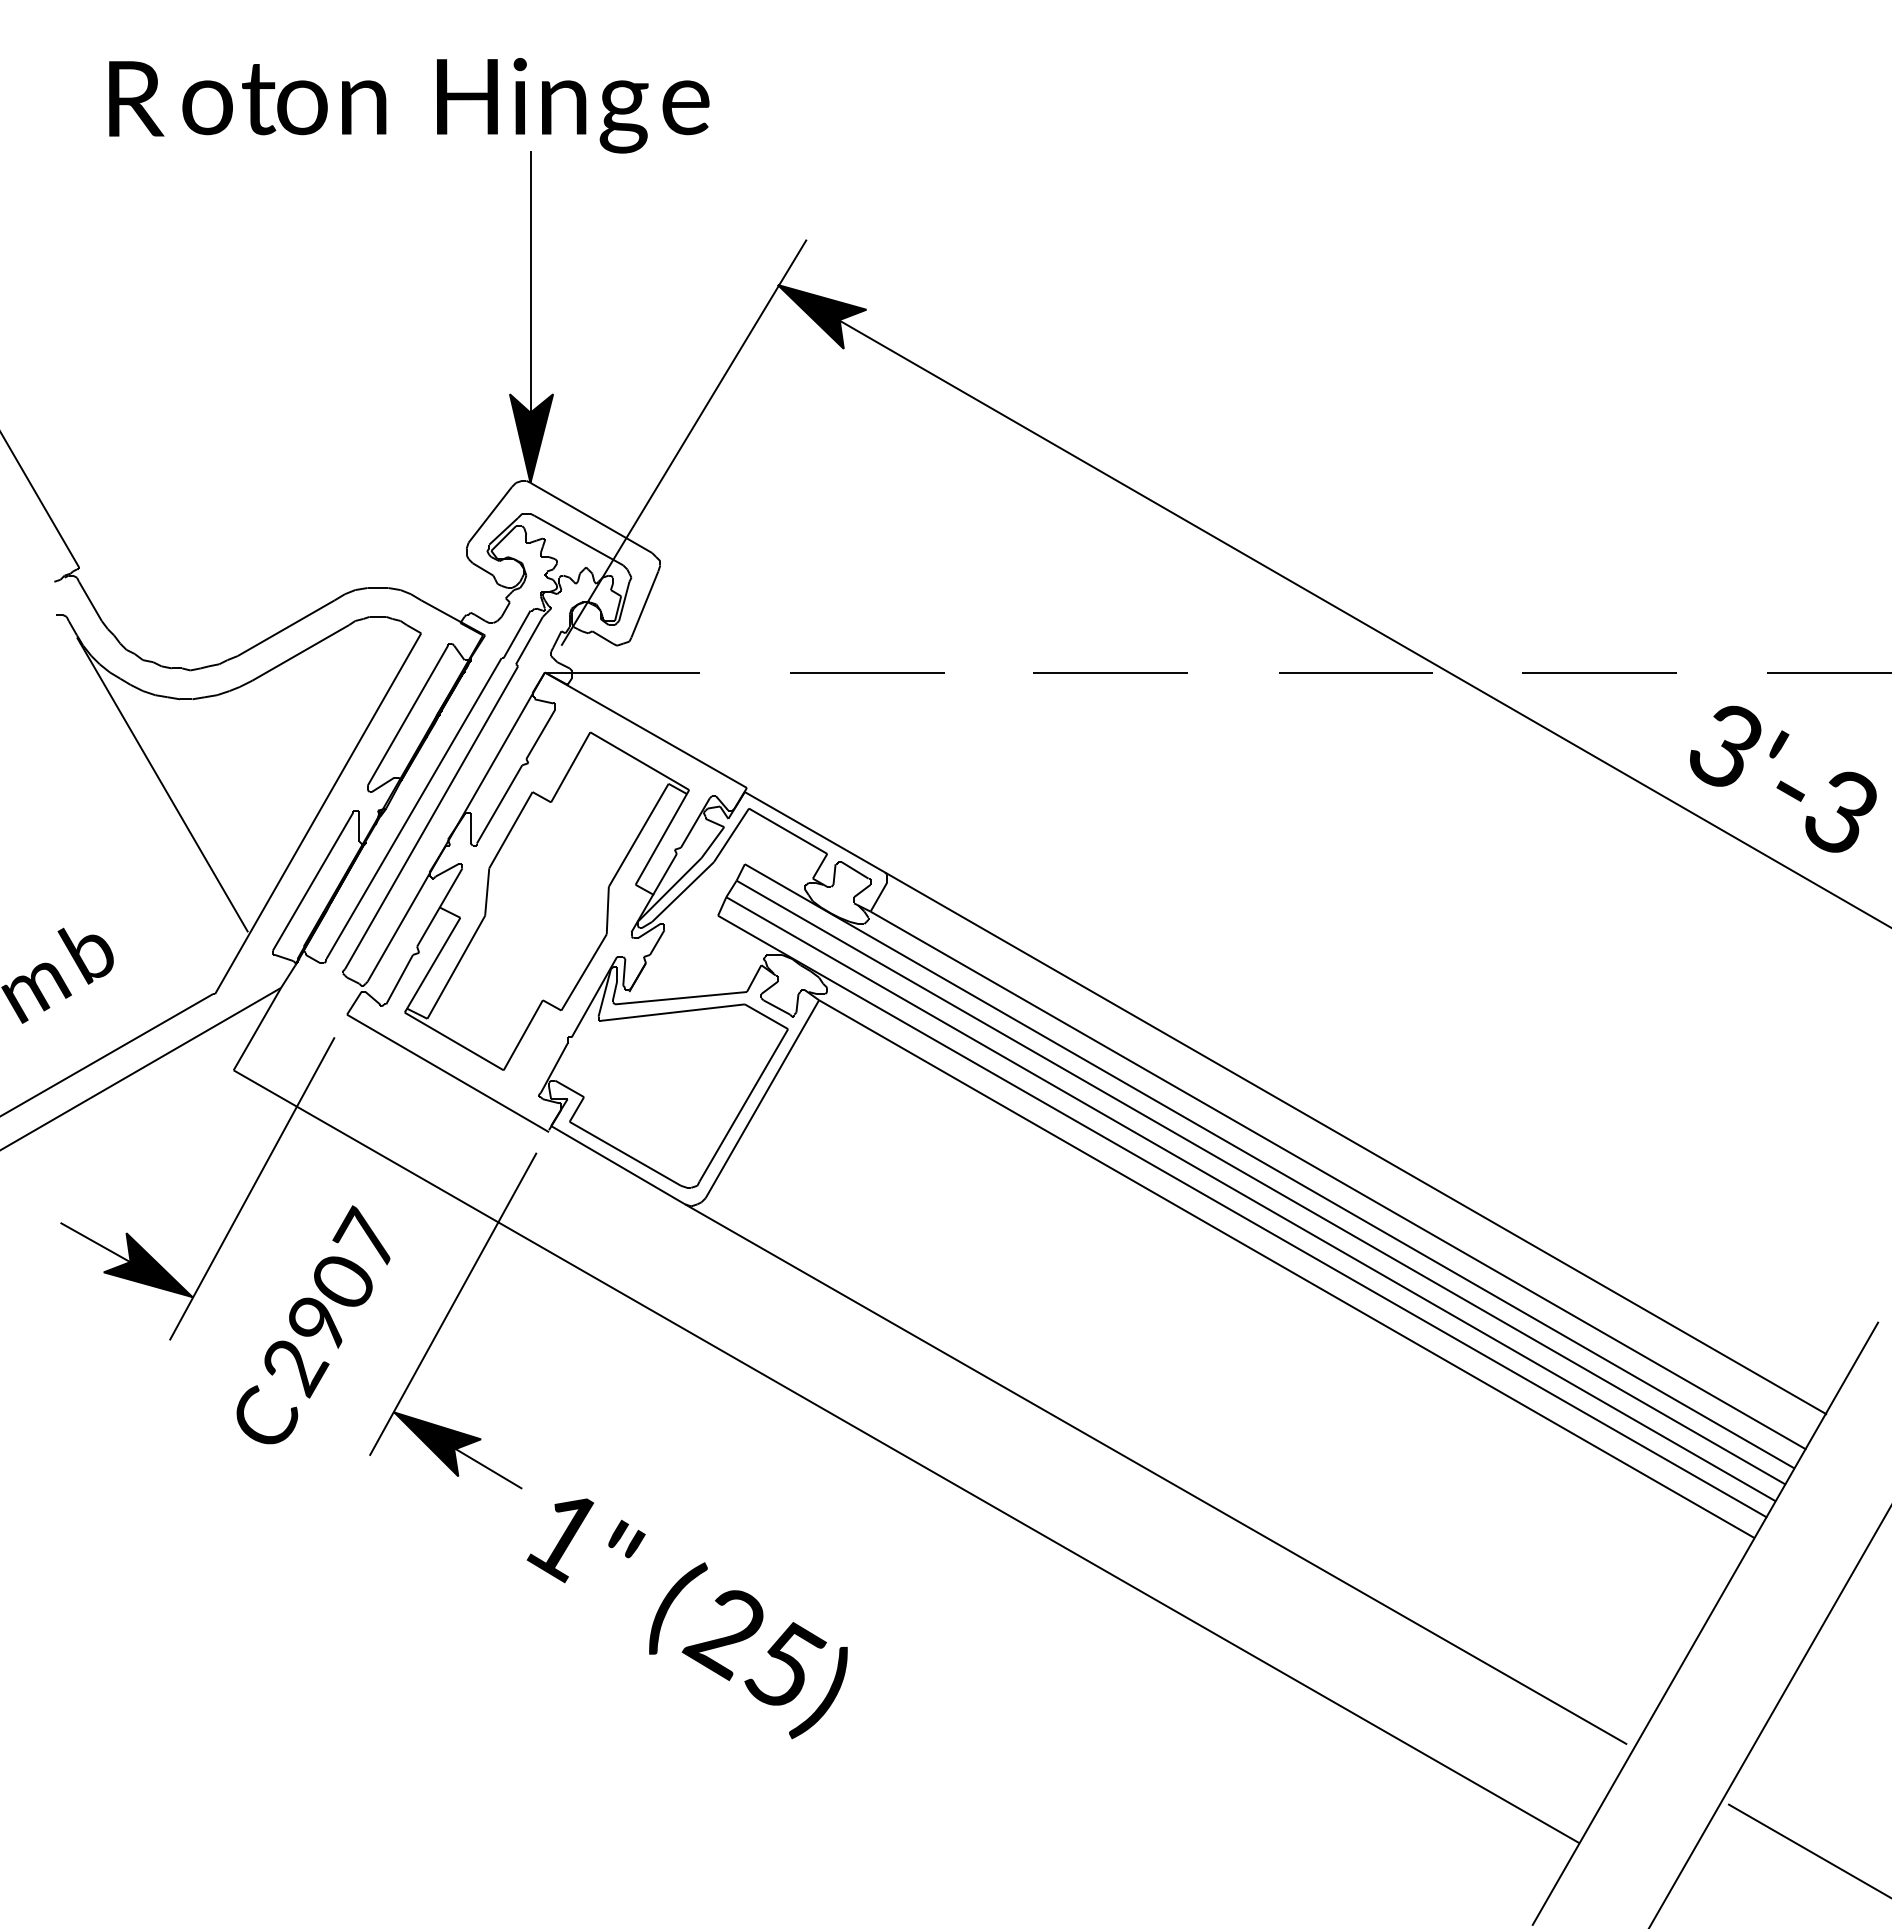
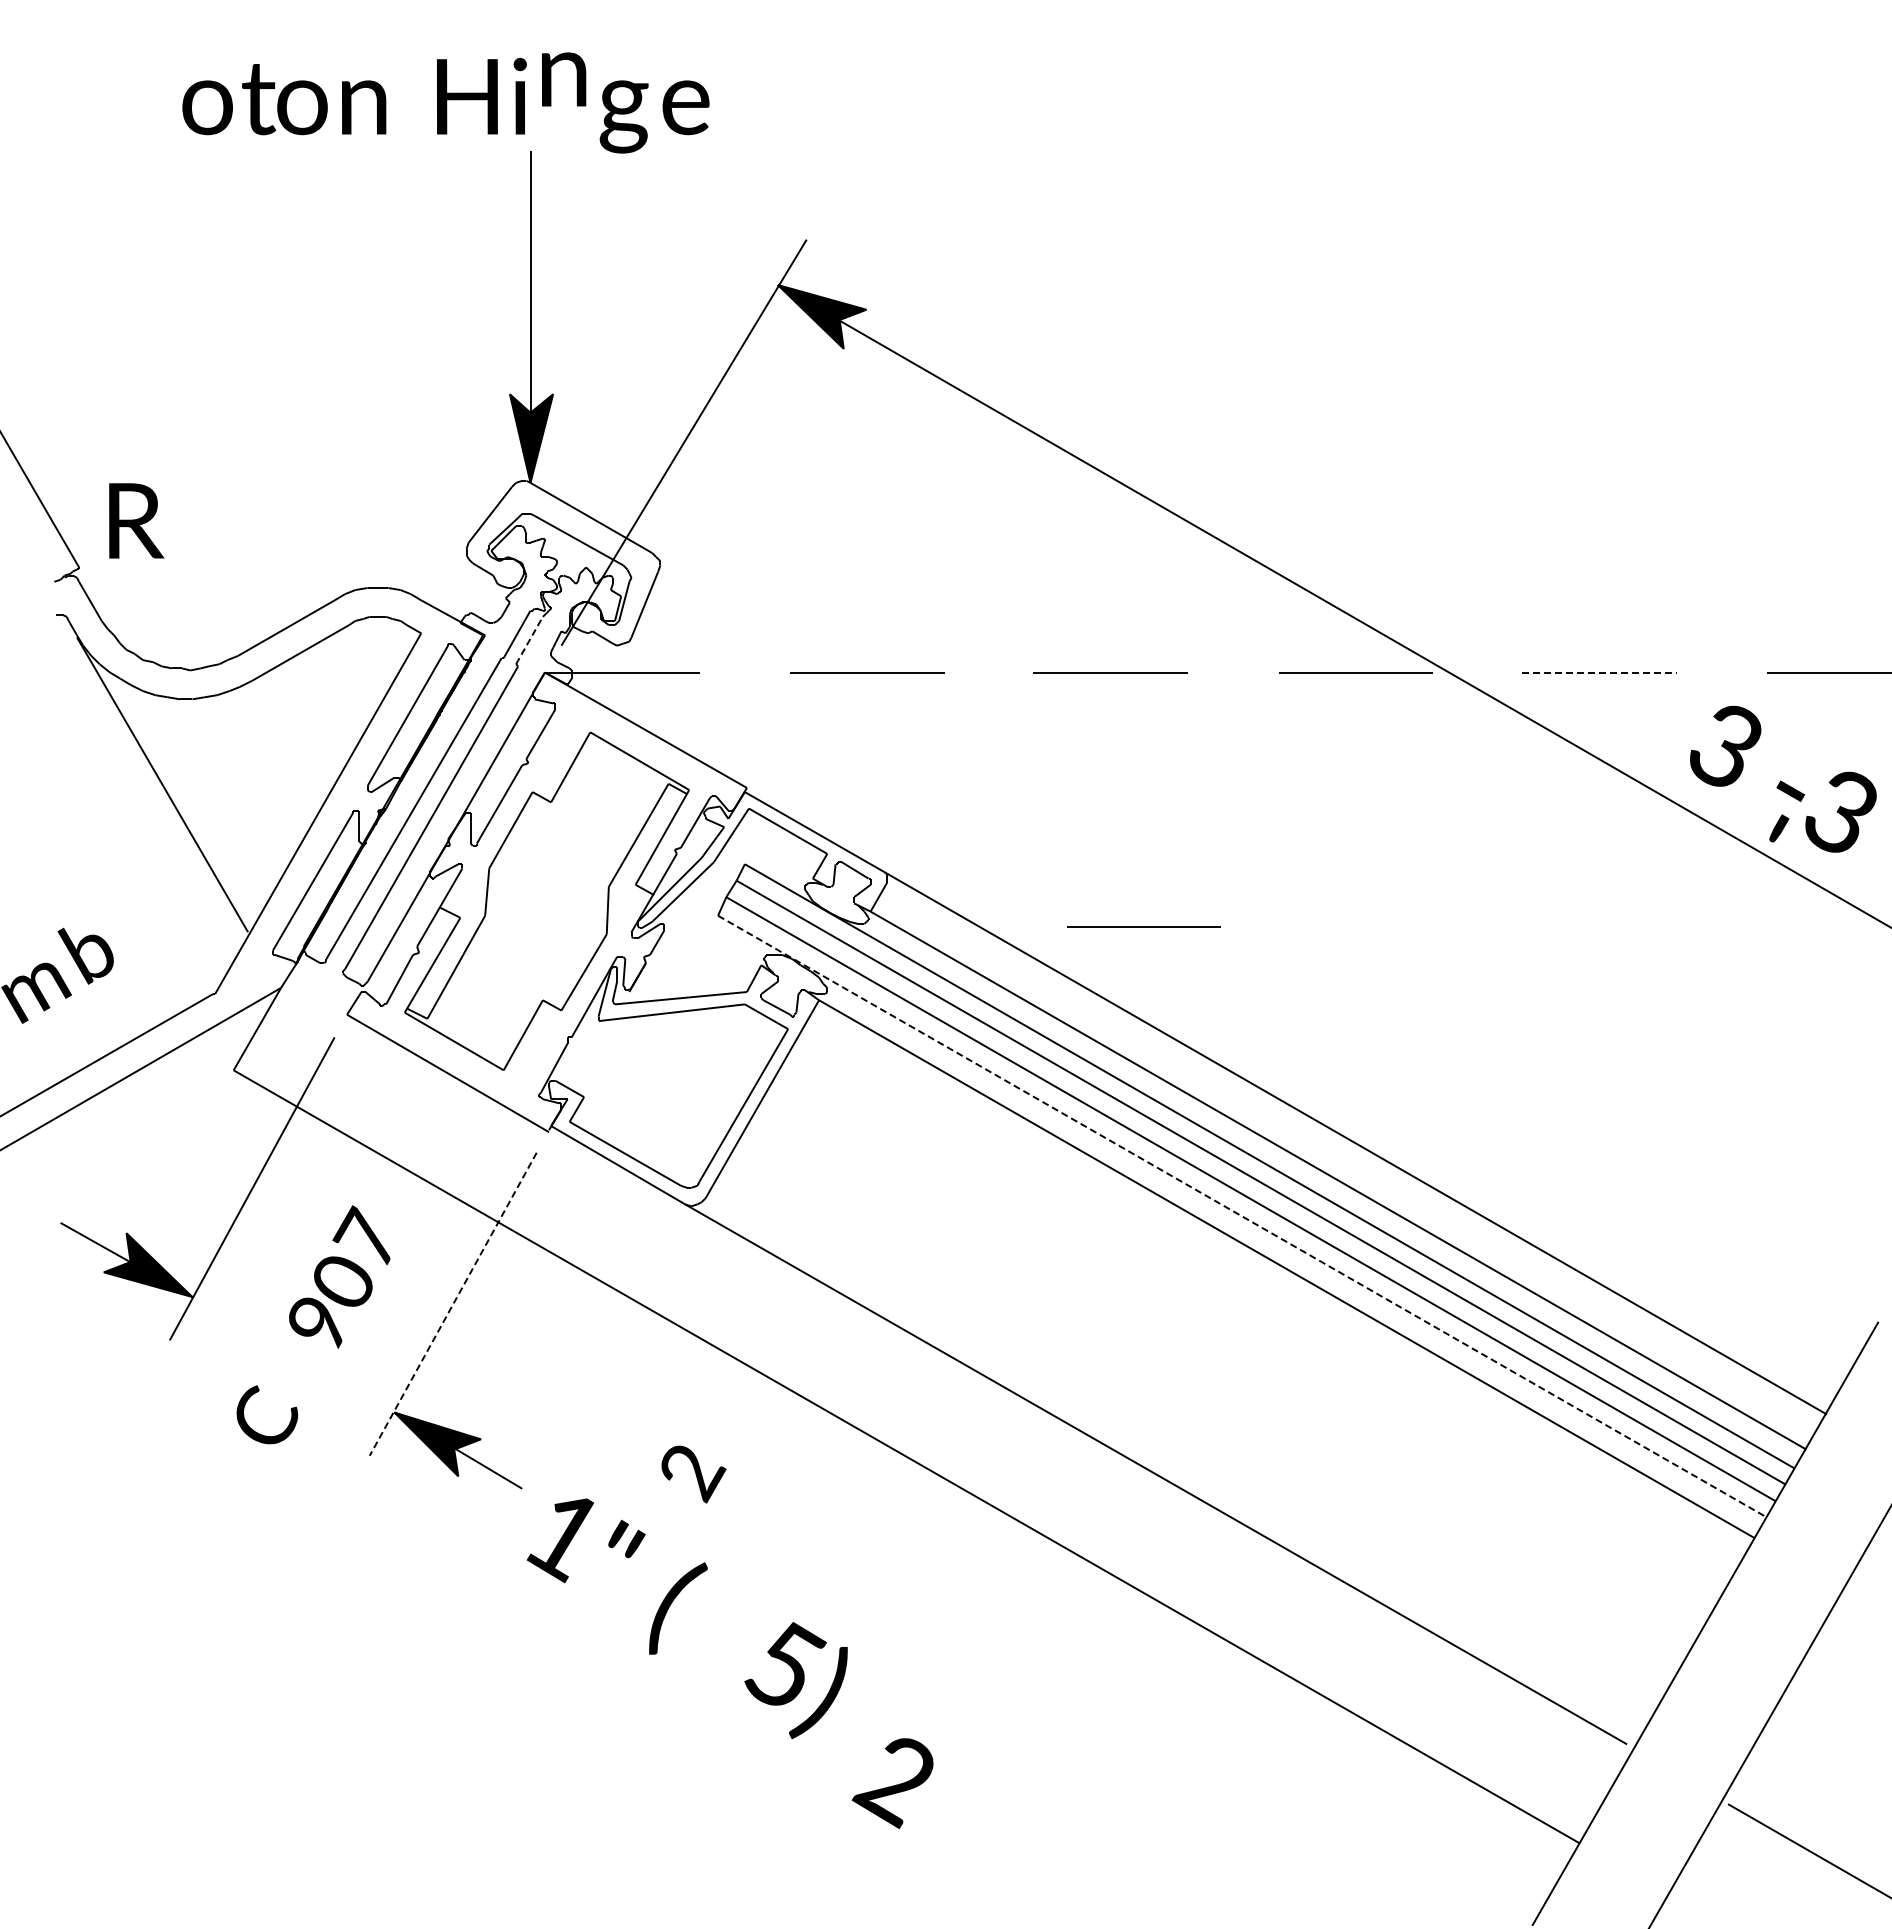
text at (136, 98) position: (136, 98) -> (136, 520)
text at (564, 107) position: (564, 107) -> (564, 79)
line at (529, 640): solid -> dashed
line at (1599, 672): solid -> dashed
text at (1779, 744) position: (1779, 744) -> (1779, 828)
line at (1143, 926): none -> present
line at (1242, 1216): solid -> dashed
line at (453, 1304): solid -> dashed
text at (296, 1369) position: (296, 1369) -> (693, 1474)
text at (722, 1635) position: (722, 1635) -> (892, 1783)
